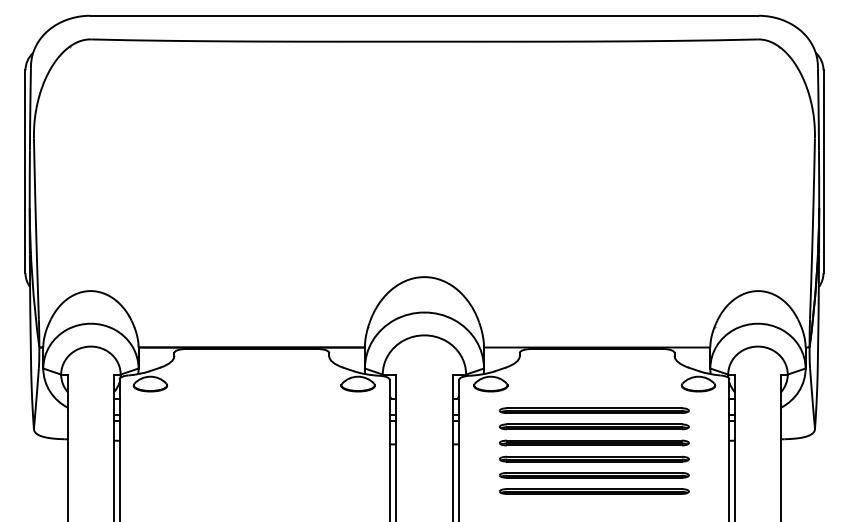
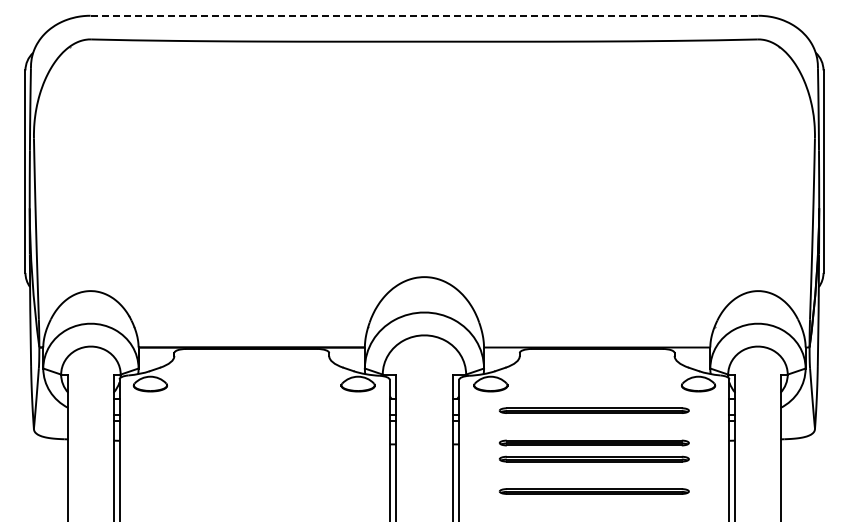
line at (424, 15): solid -> dashed
part at (594, 426): present -> none
part at (593, 475): present -> none
